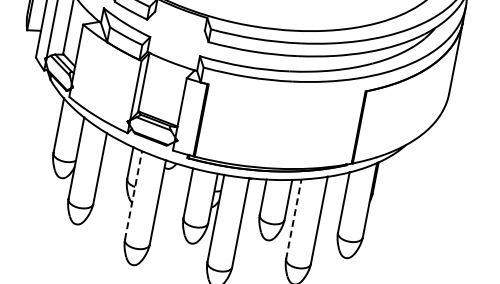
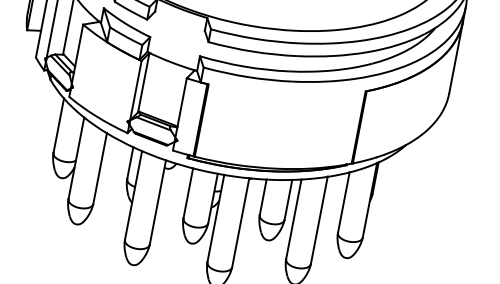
line at (133, 195): dashed -> solid
line at (293, 219): dashed -> solid
